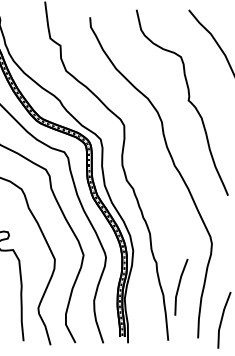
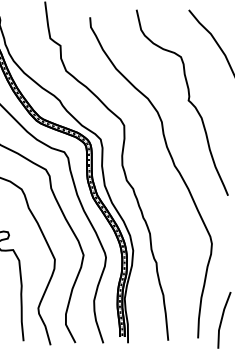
line at (179, 287): present -> none
